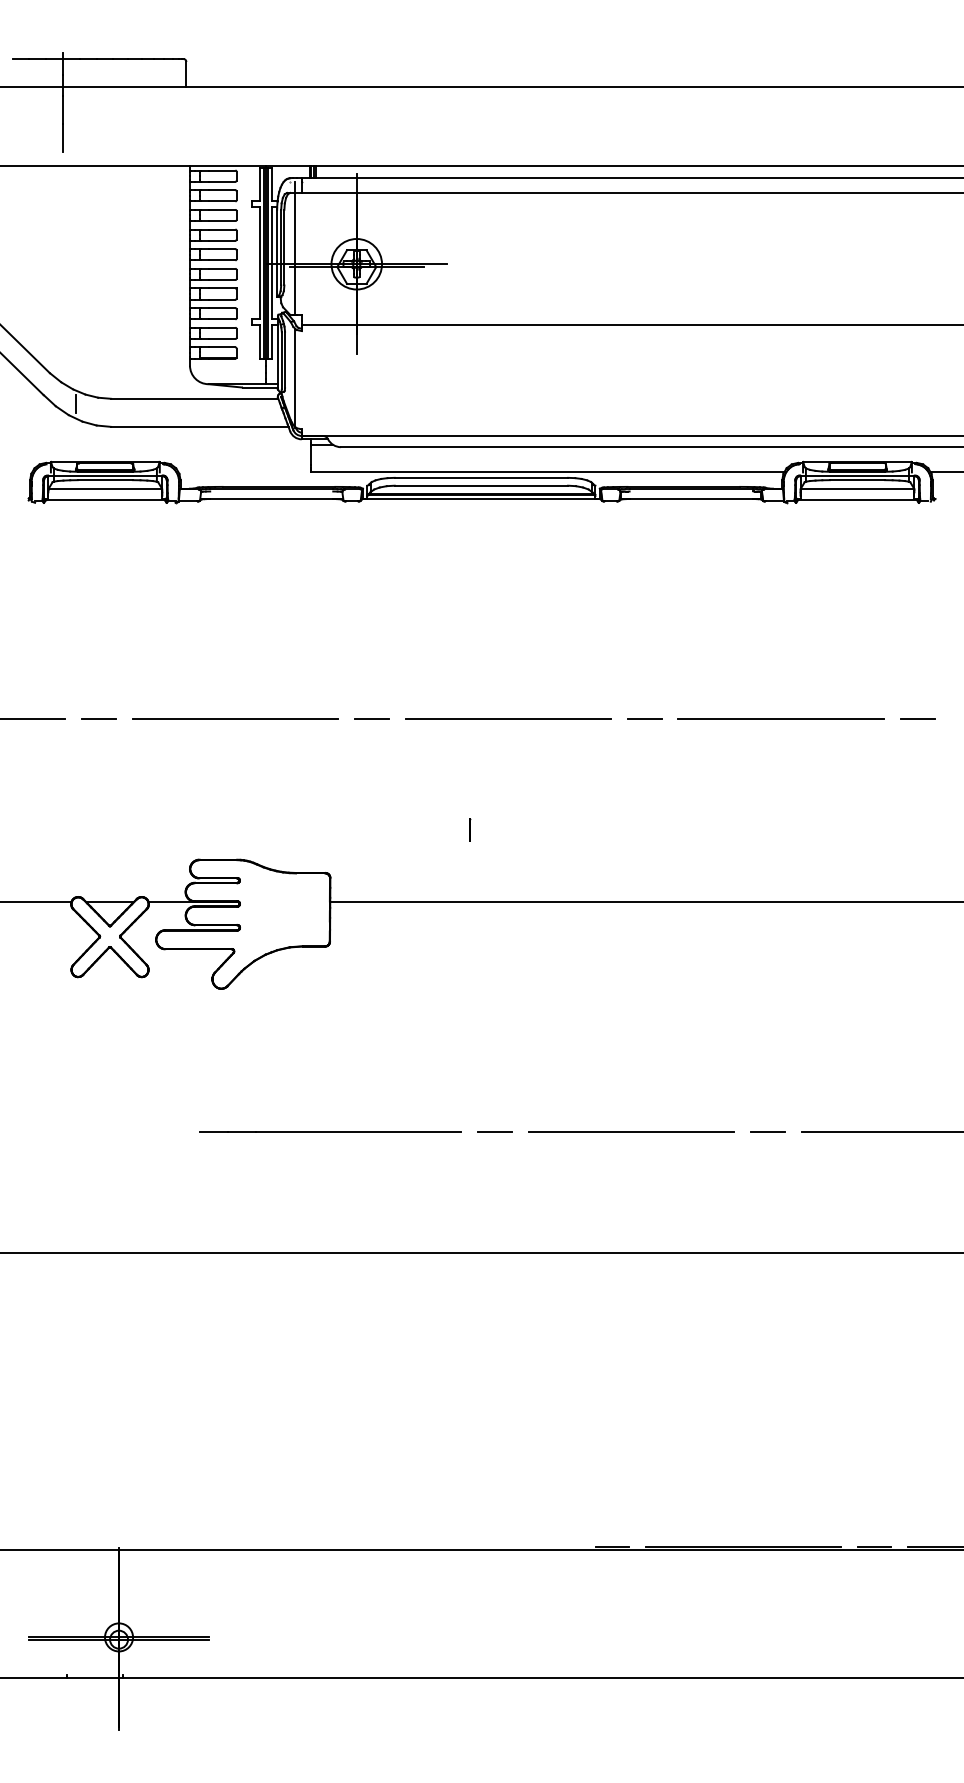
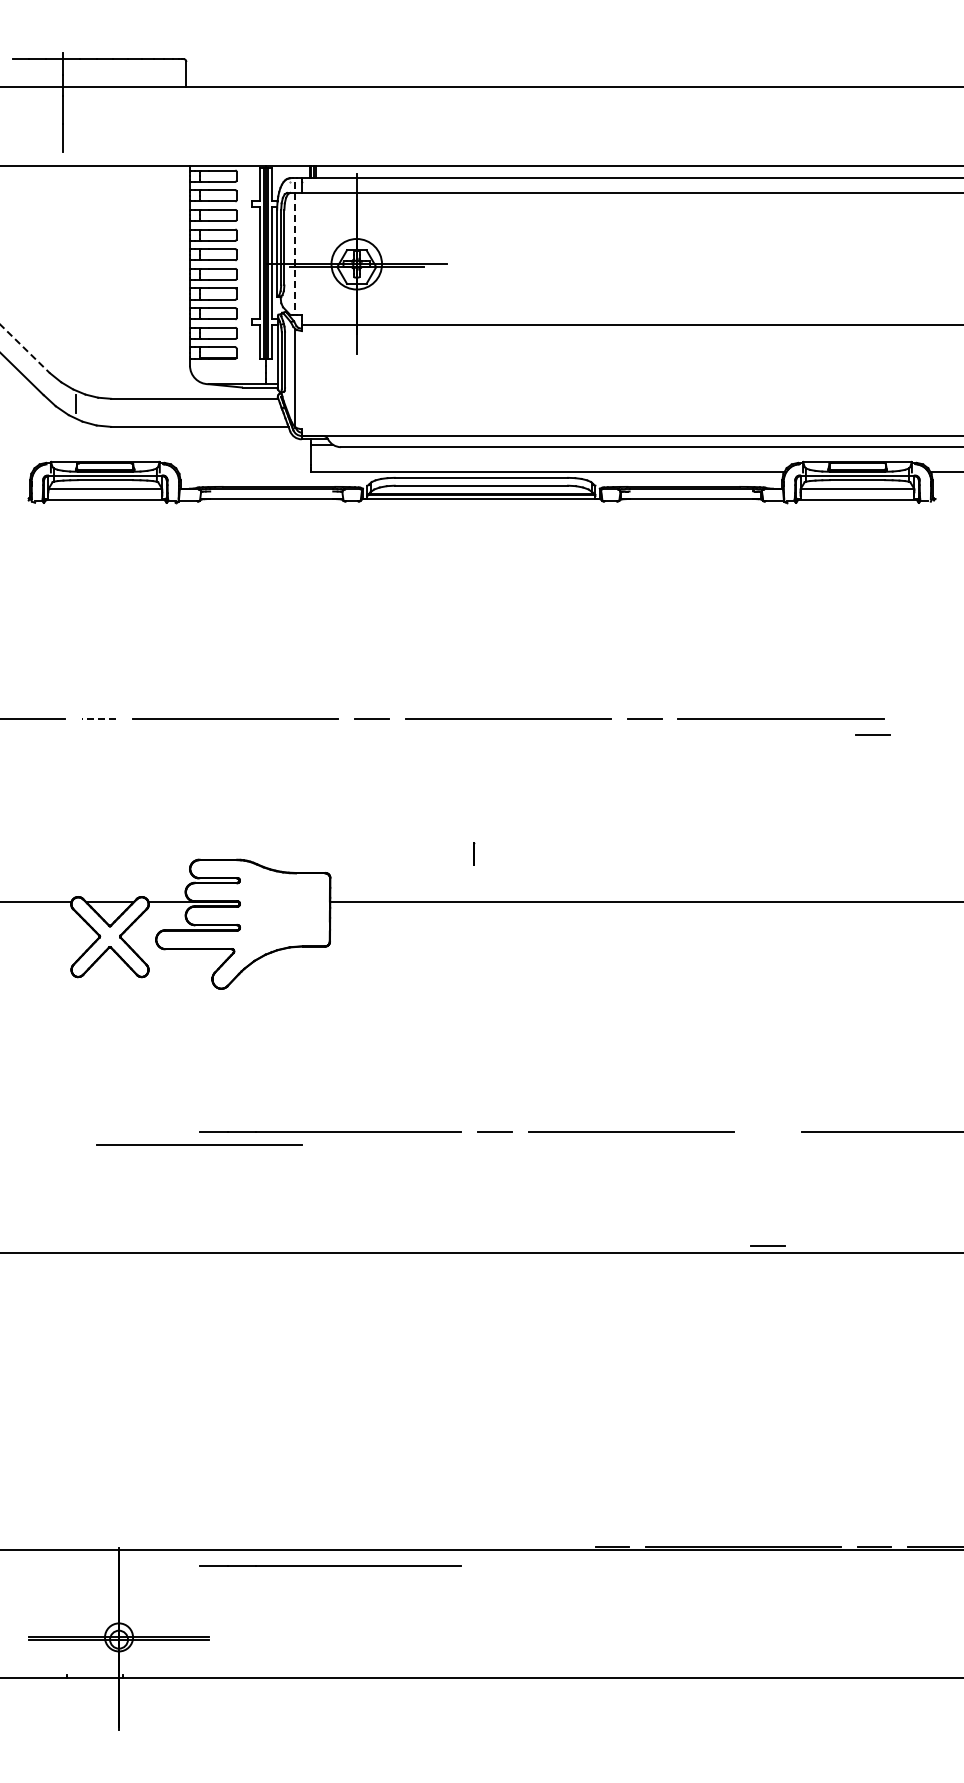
line at (295, 248): solid -> dashed
line at (25, 348): solid -> dashed
line at (917, 718) position: (917, 718) -> (872, 734)
line at (98, 719): solid -> dashed
line at (470, 829) position: (470, 829) -> (474, 853)
line at (767, 1131) position: (767, 1131) -> (767, 1245)
line at (199, 1144): none -> present
line at (330, 1565): none -> present
